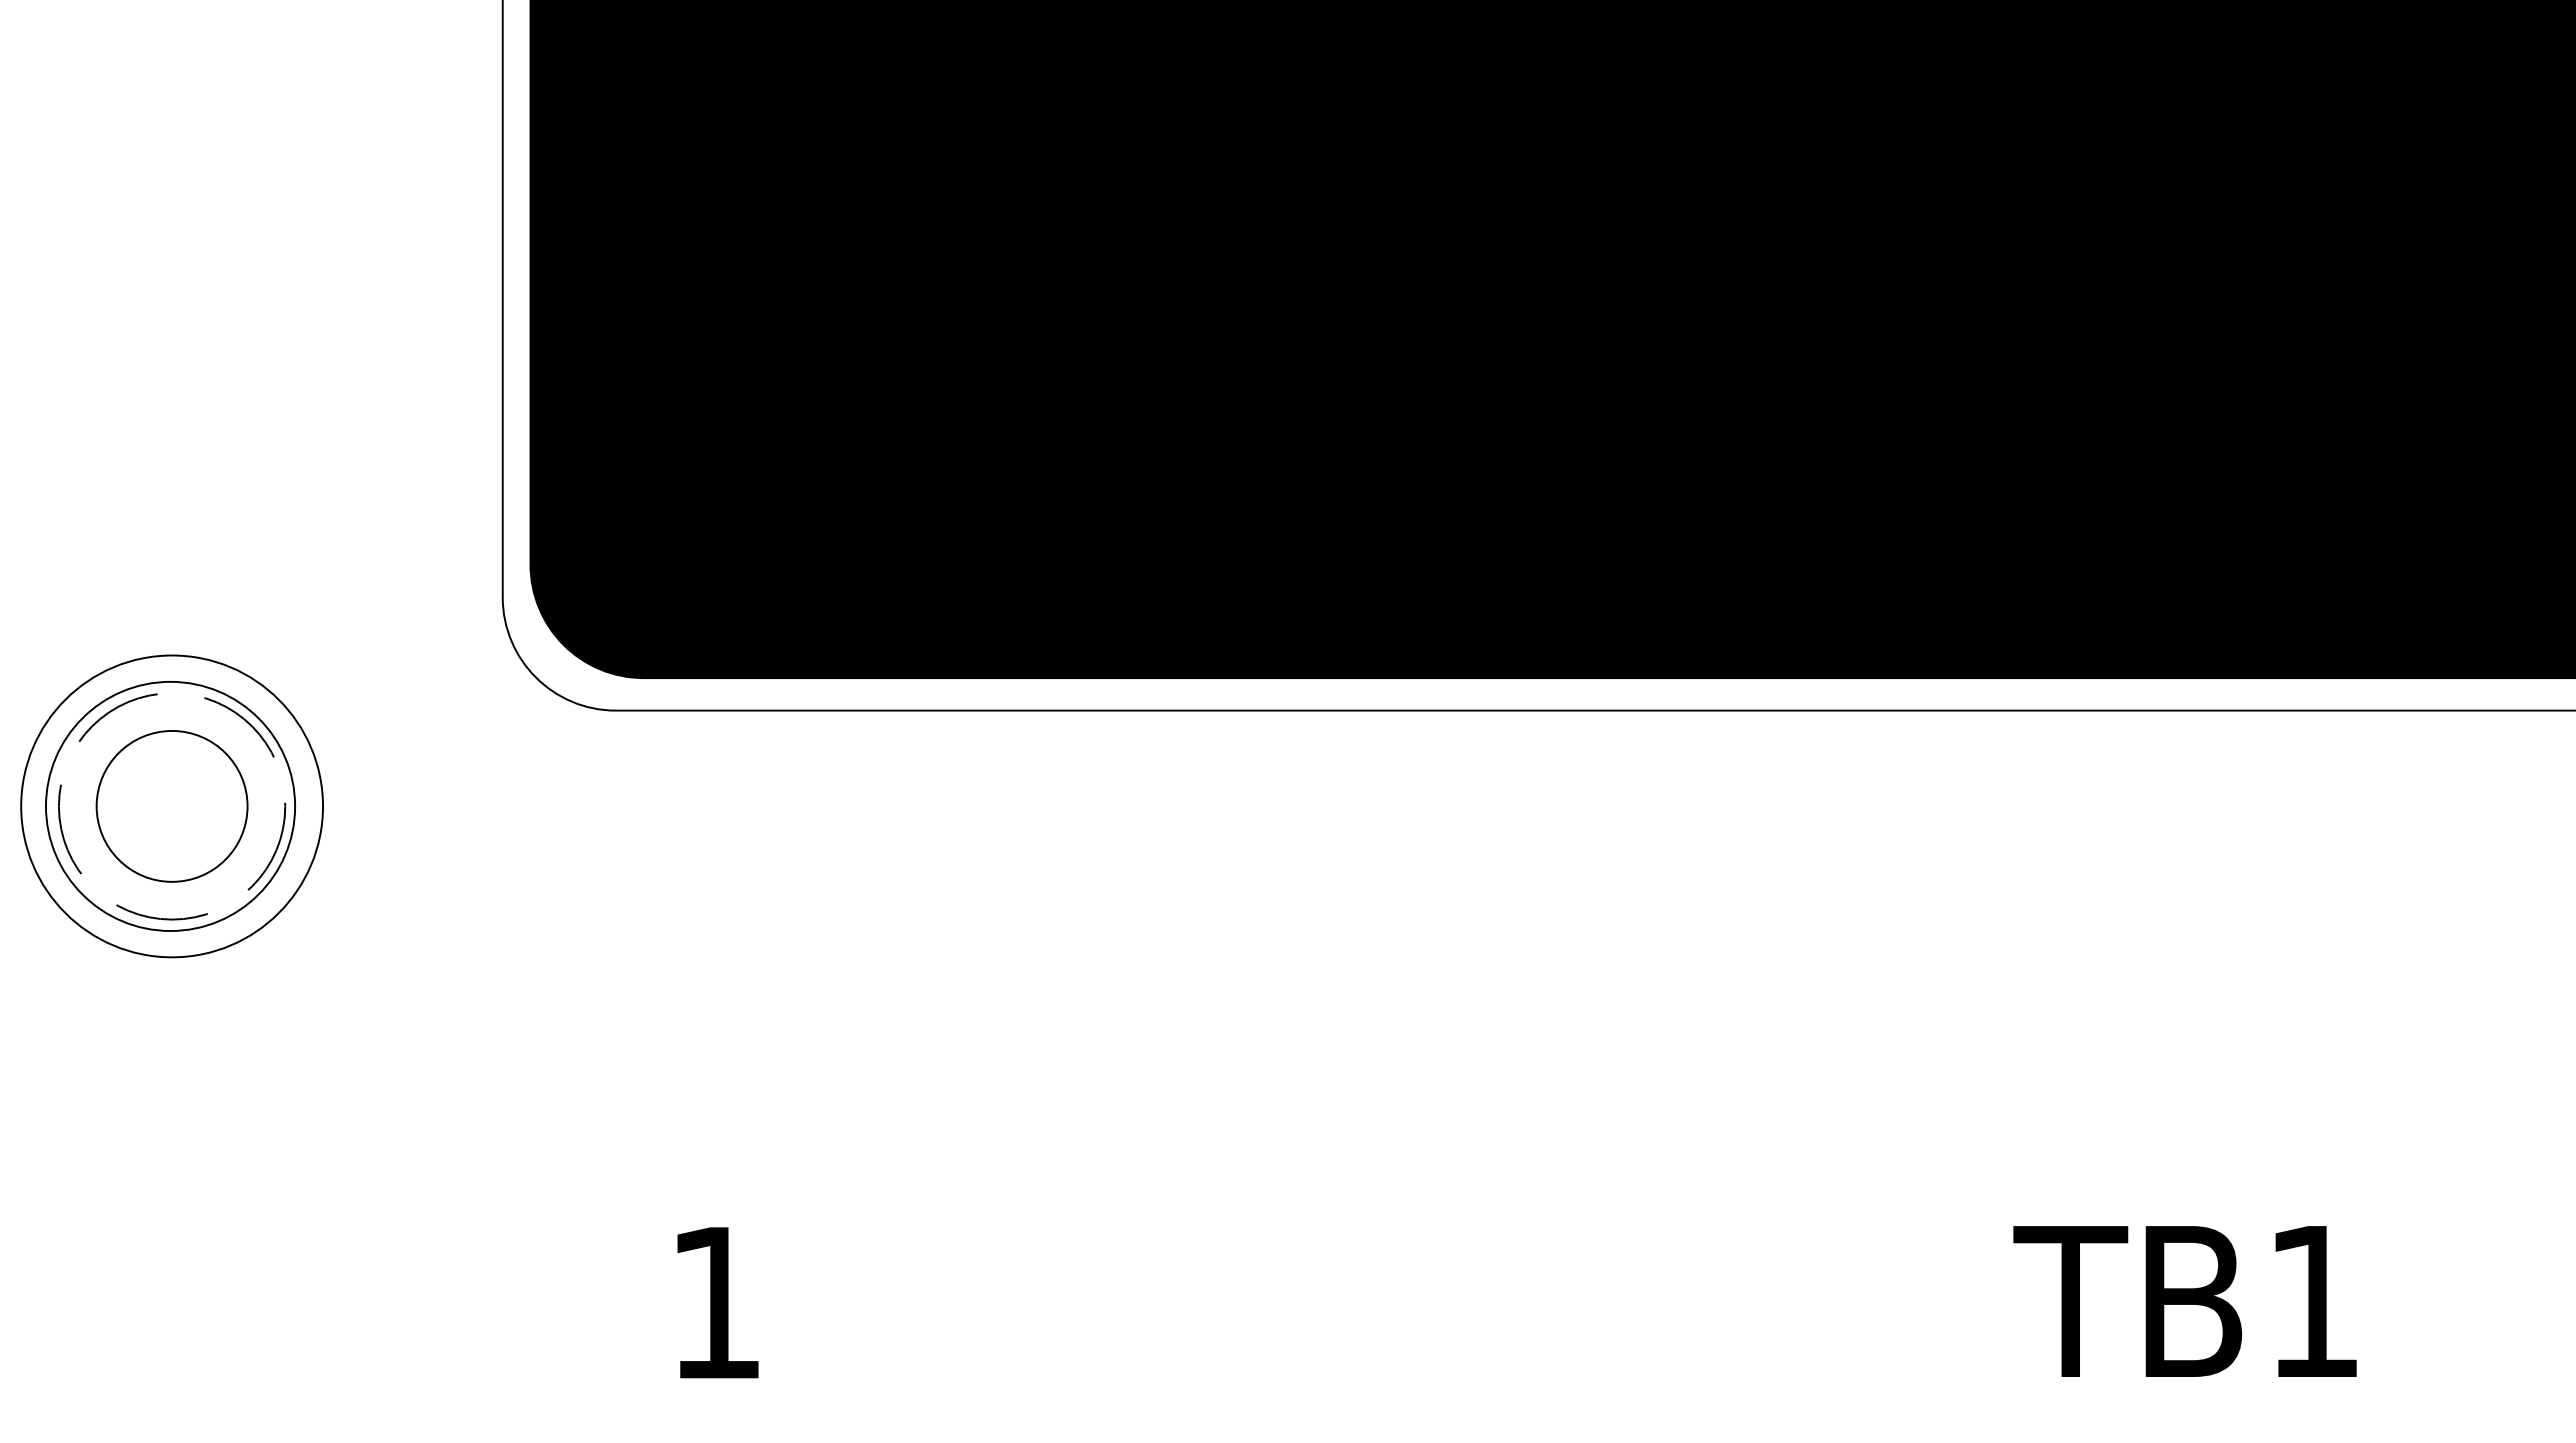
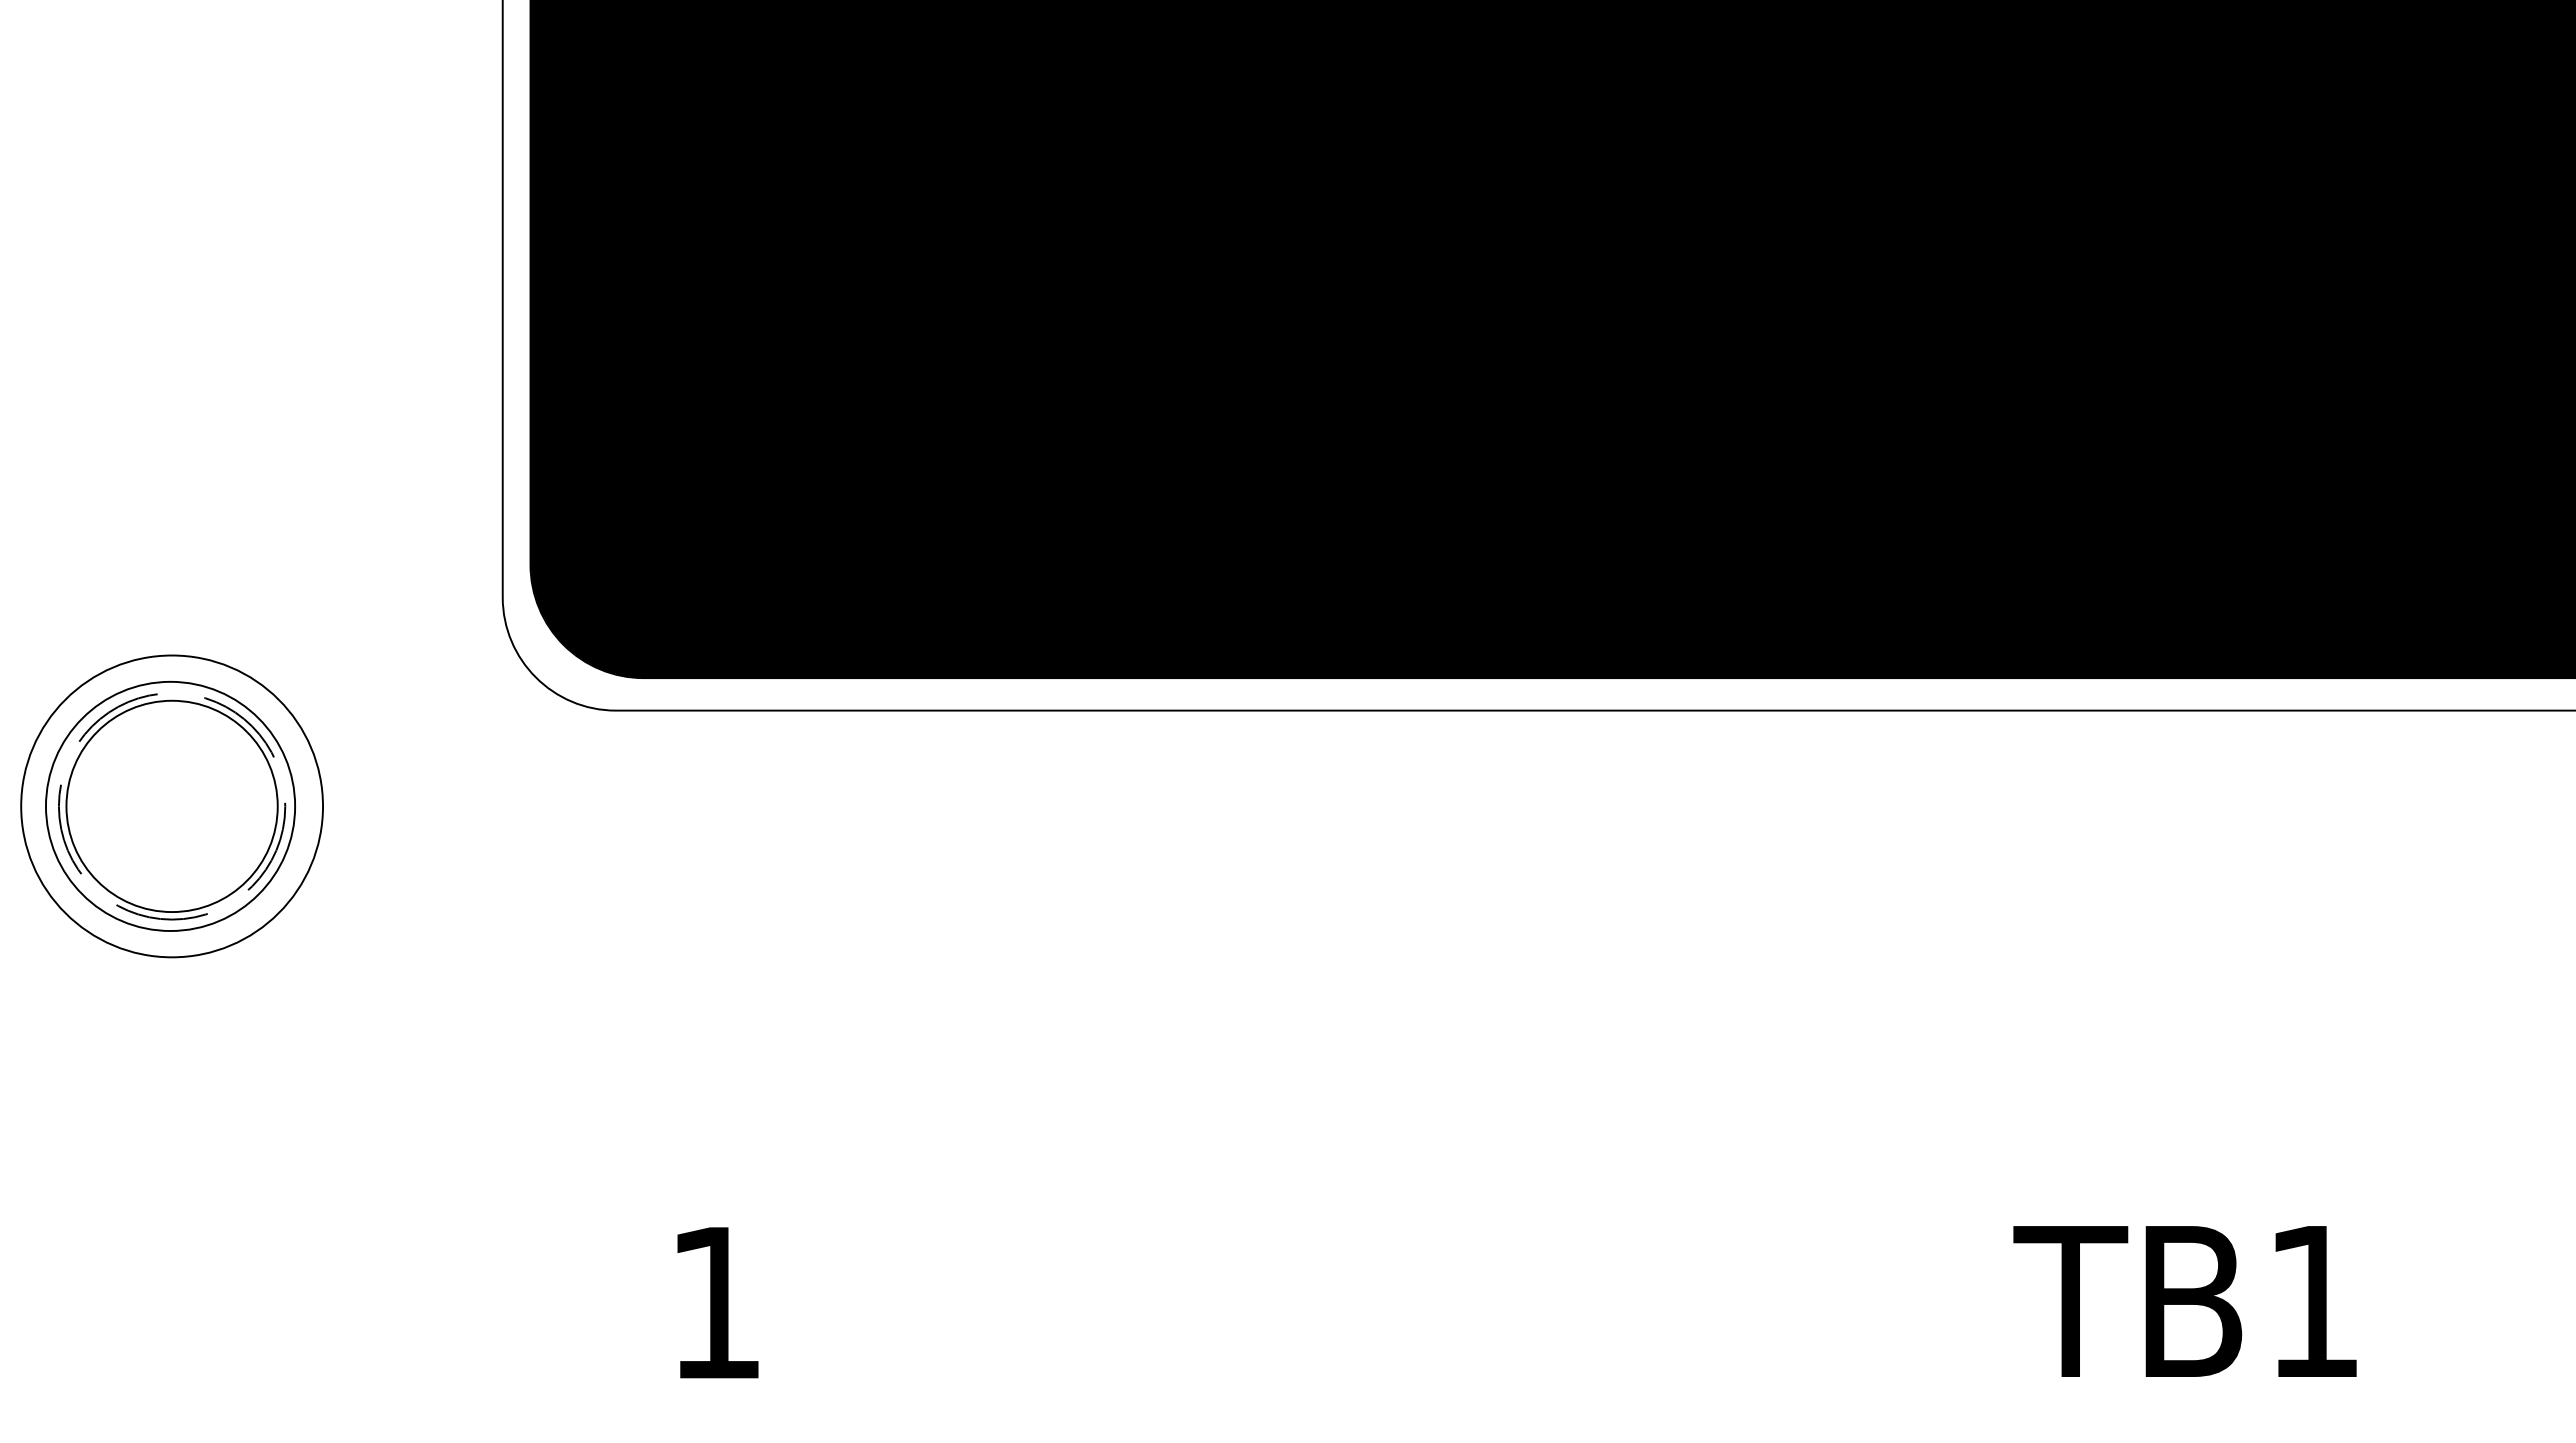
circle at (171, 805) diameter: 151 px -> 211 px
